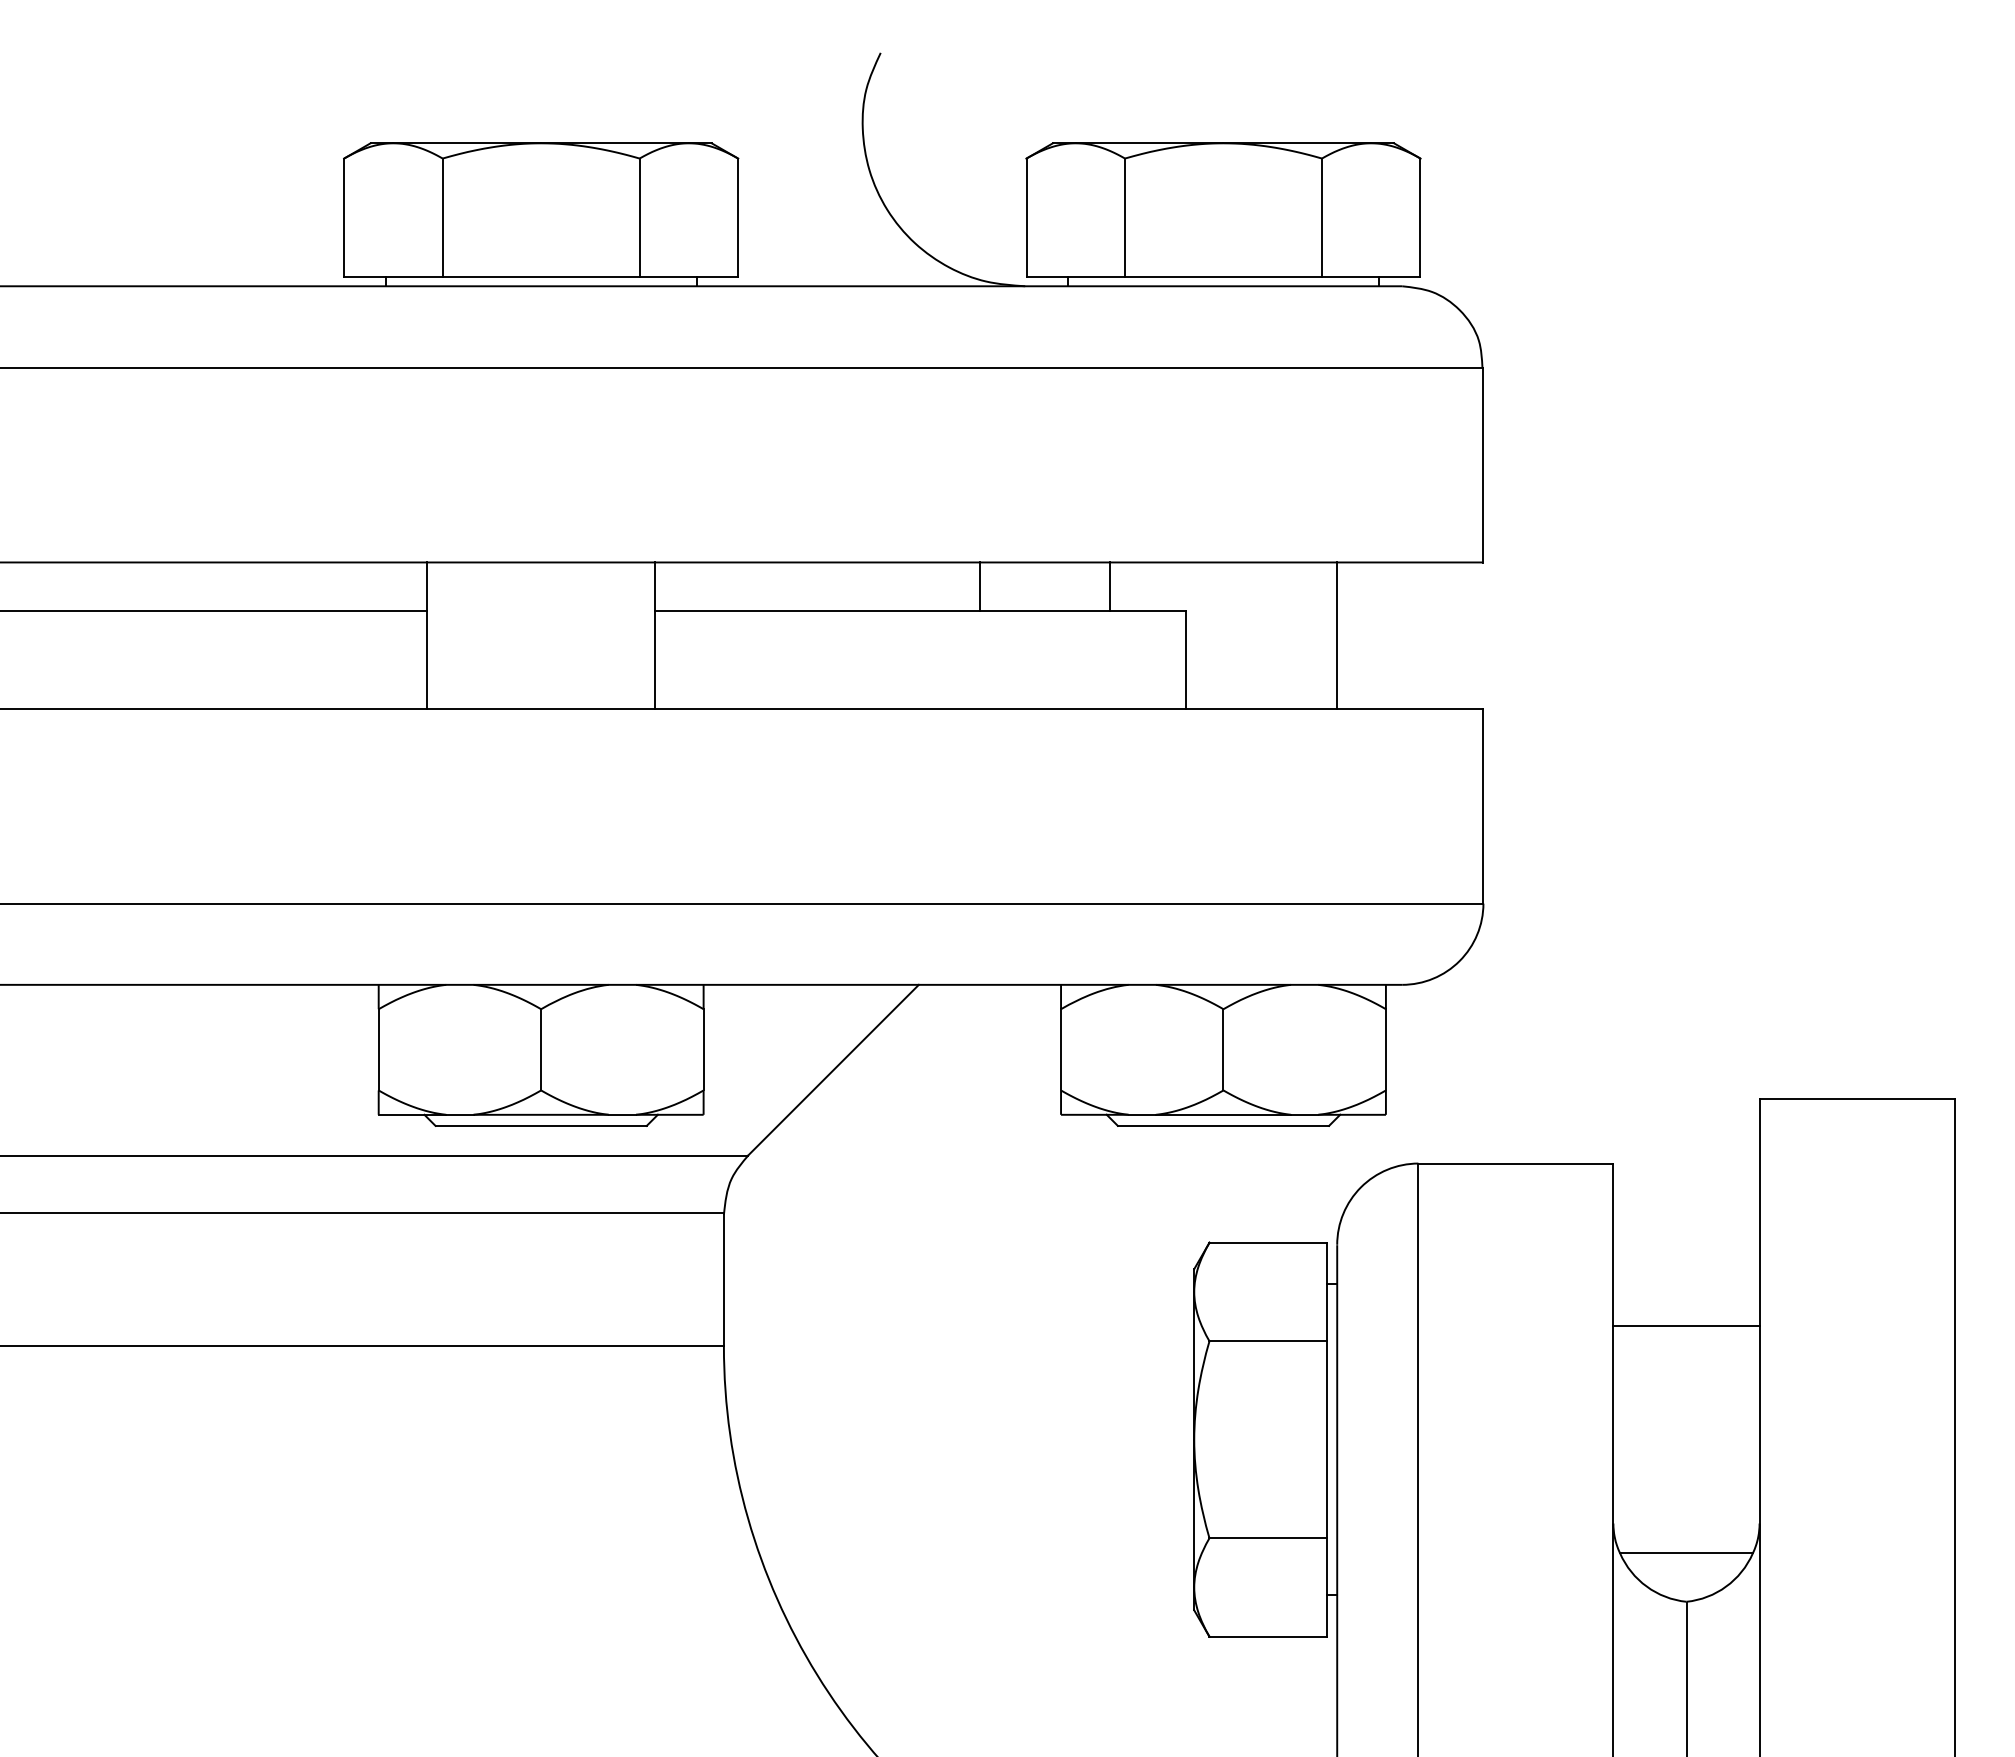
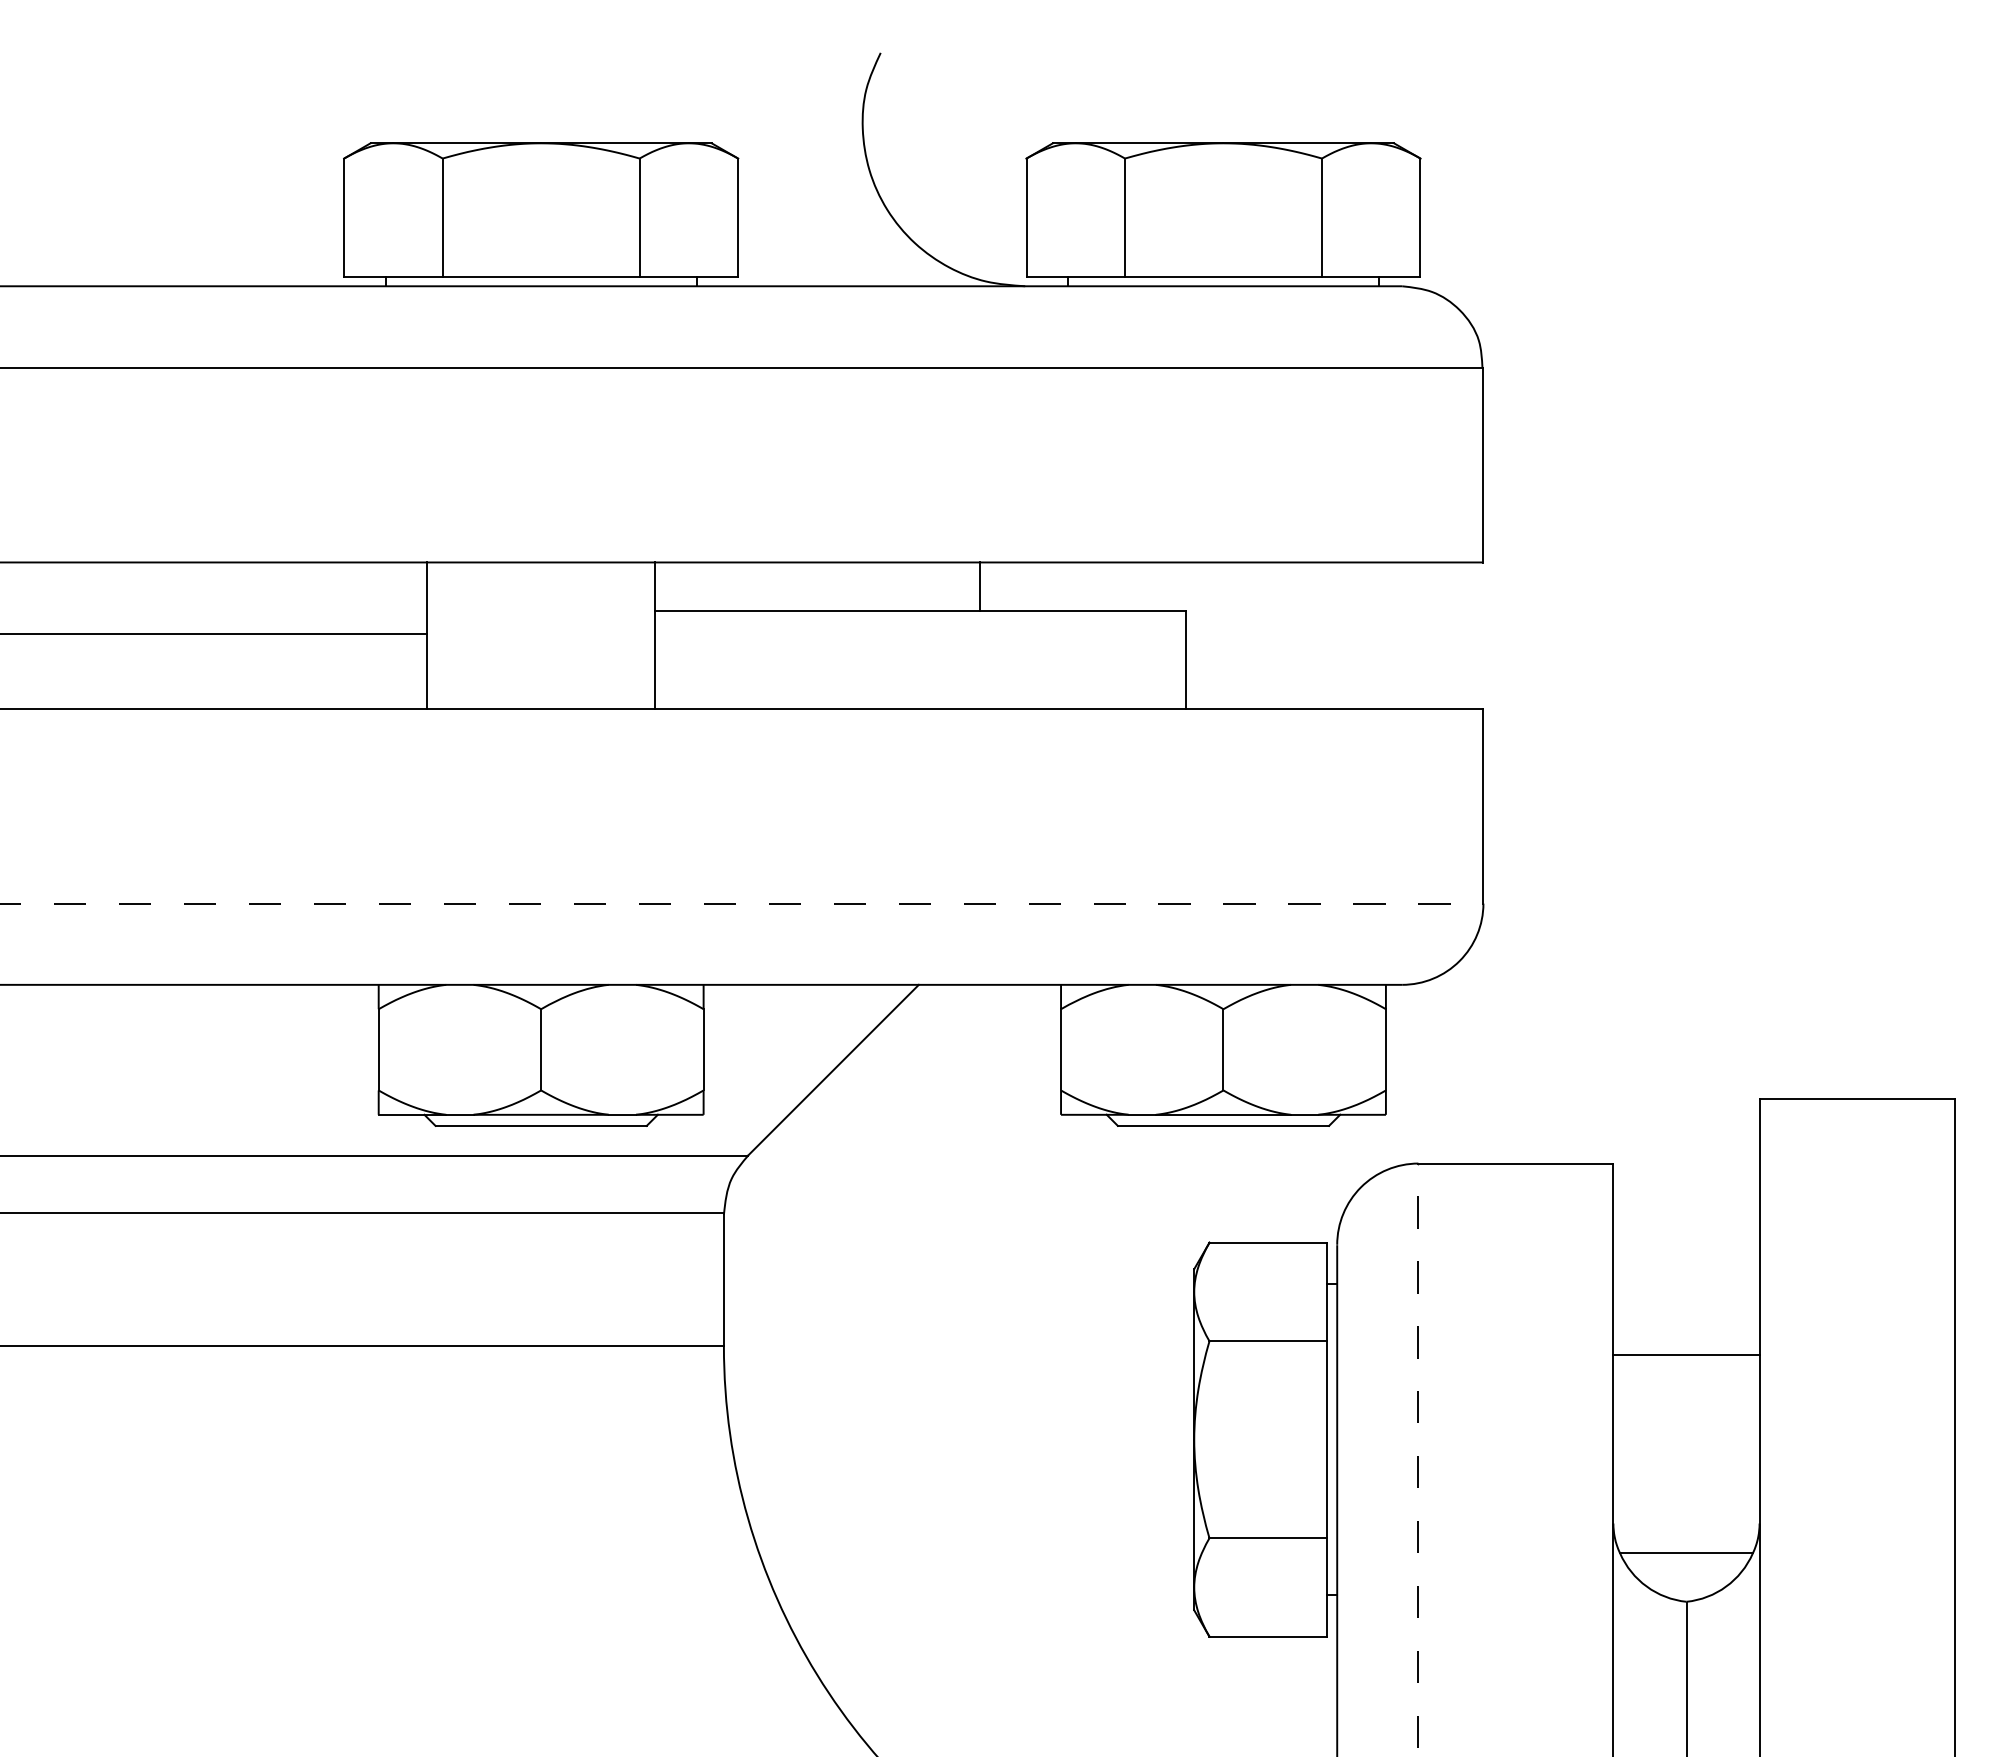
line at (1109, 586): present -> none
line at (214, 611) position: (214, 611) -> (214, 634)
line at (1337, 635): present -> none
line at (742, 903): solid -> dashed
line at (1686, 1326) position: (1686, 1326) -> (1686, 1355)
line at (1418, 1459): solid -> dashed
